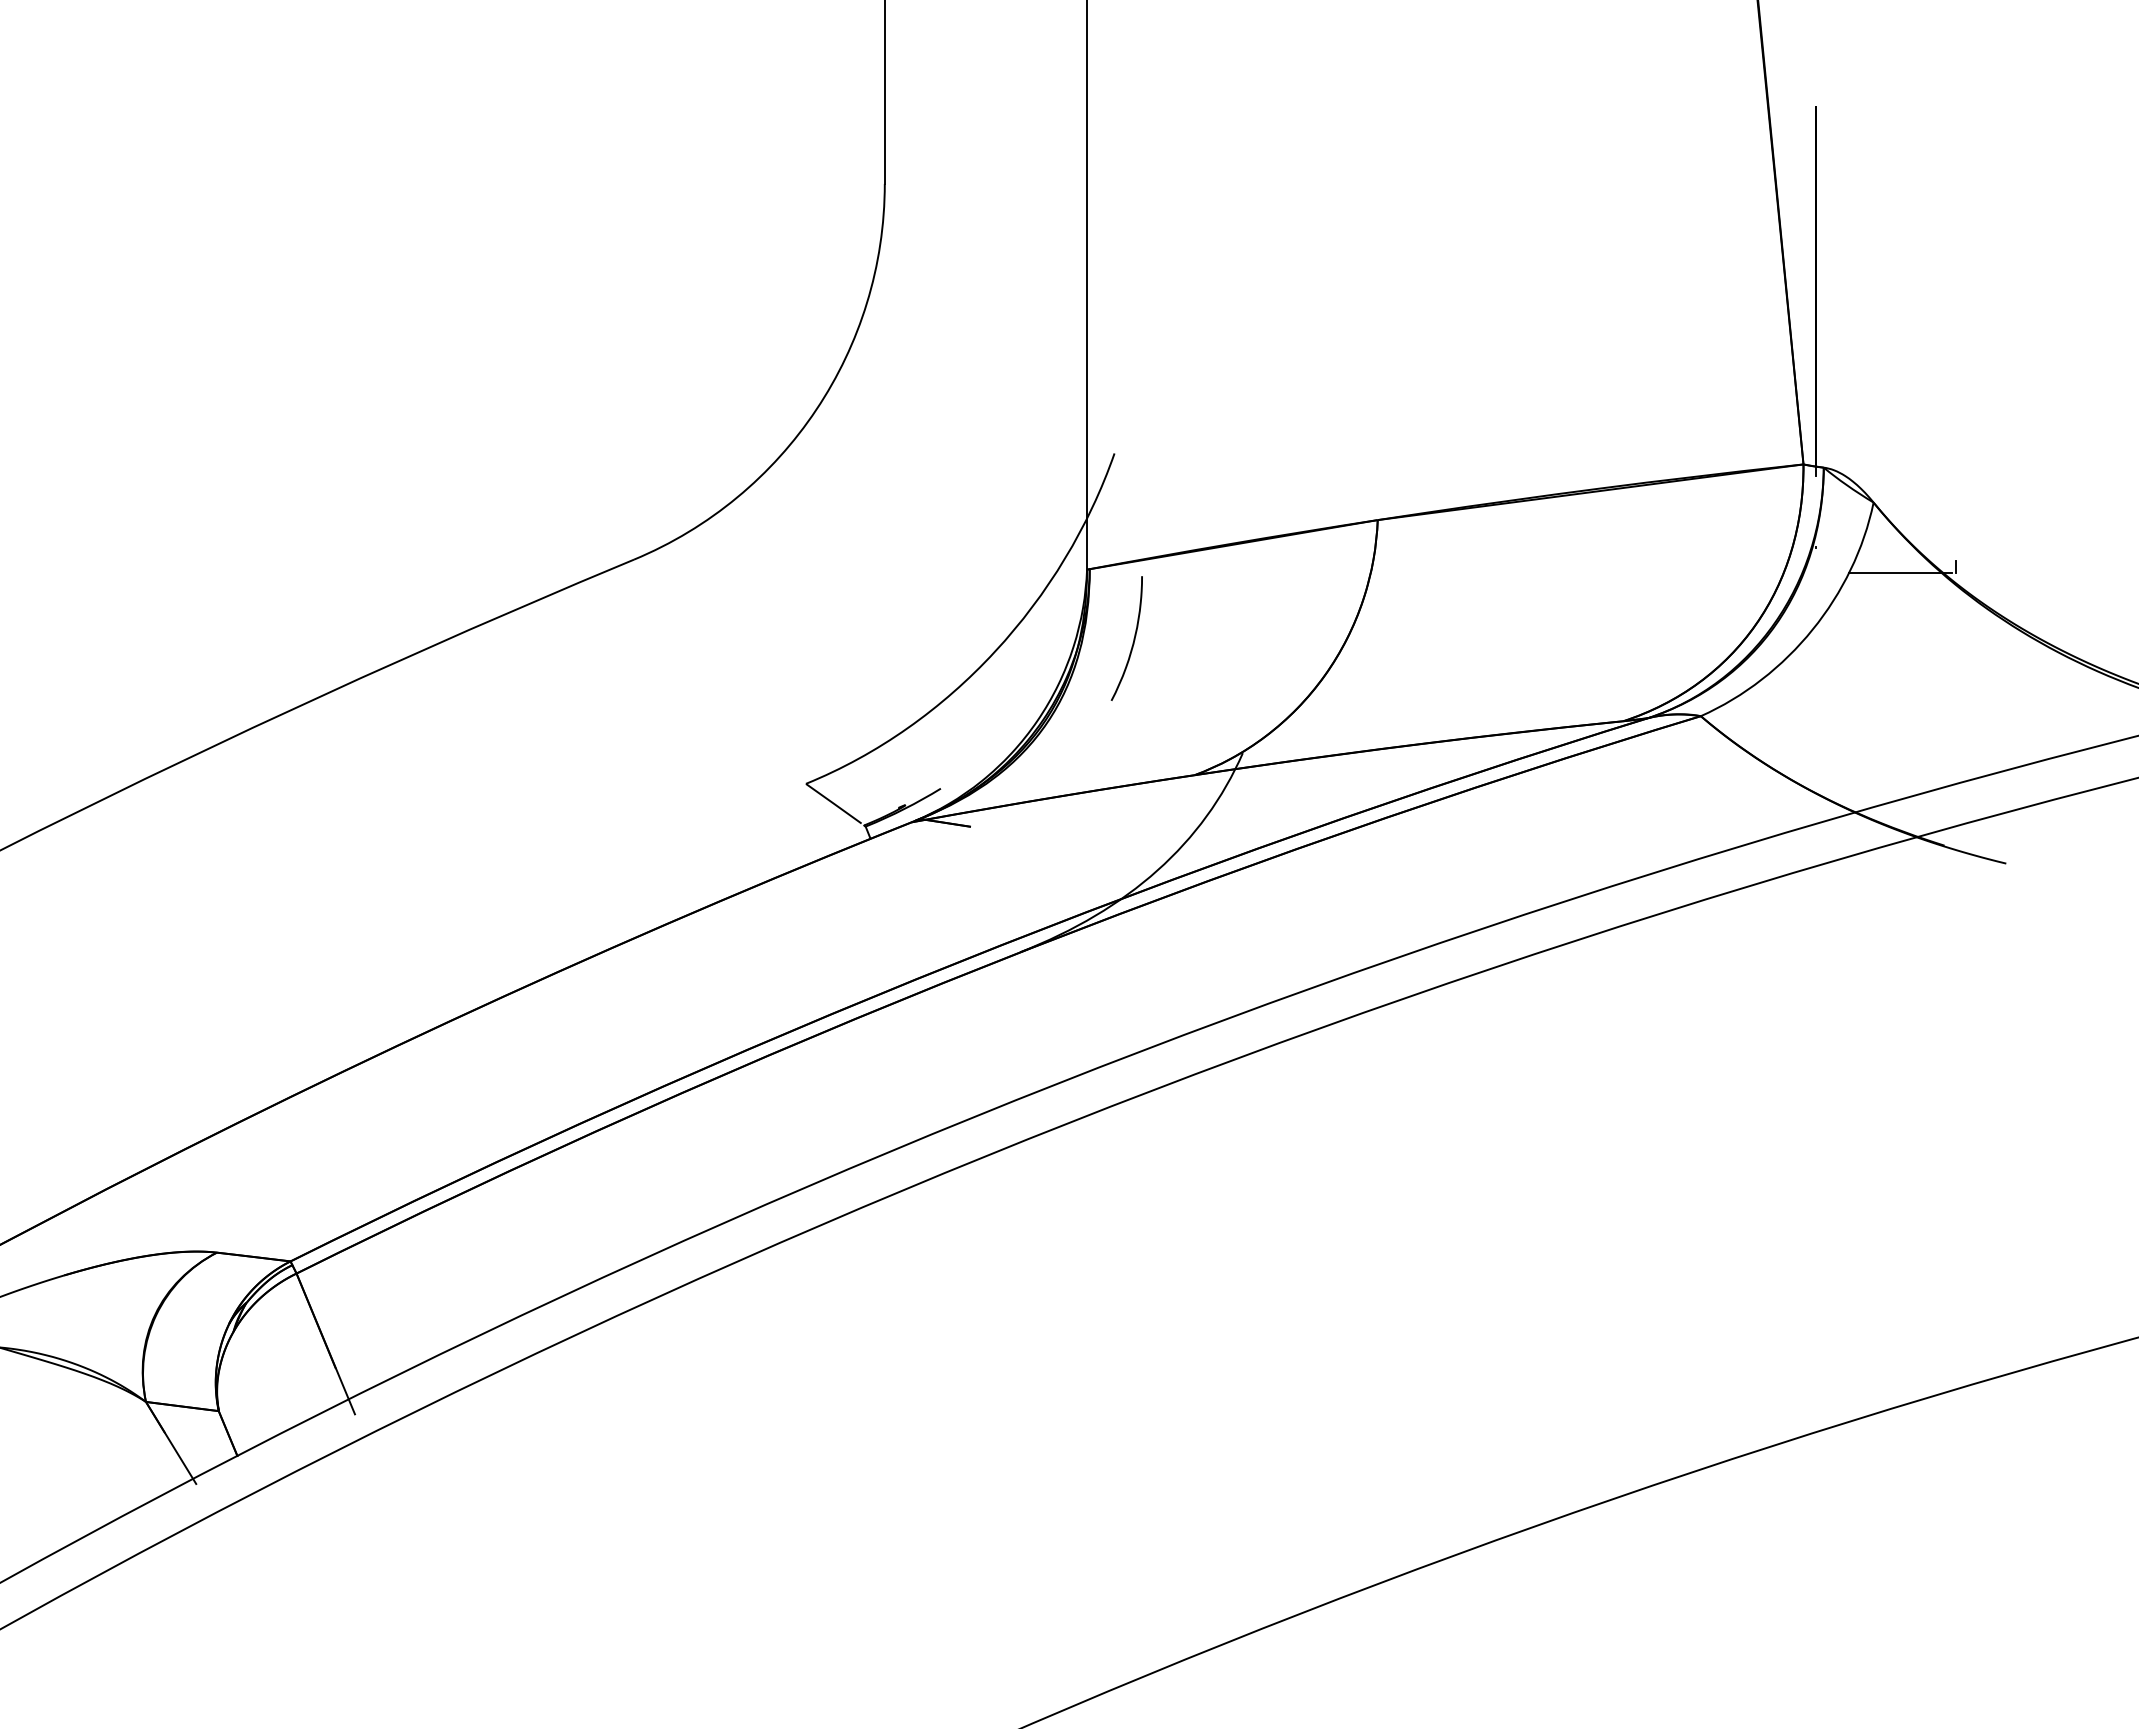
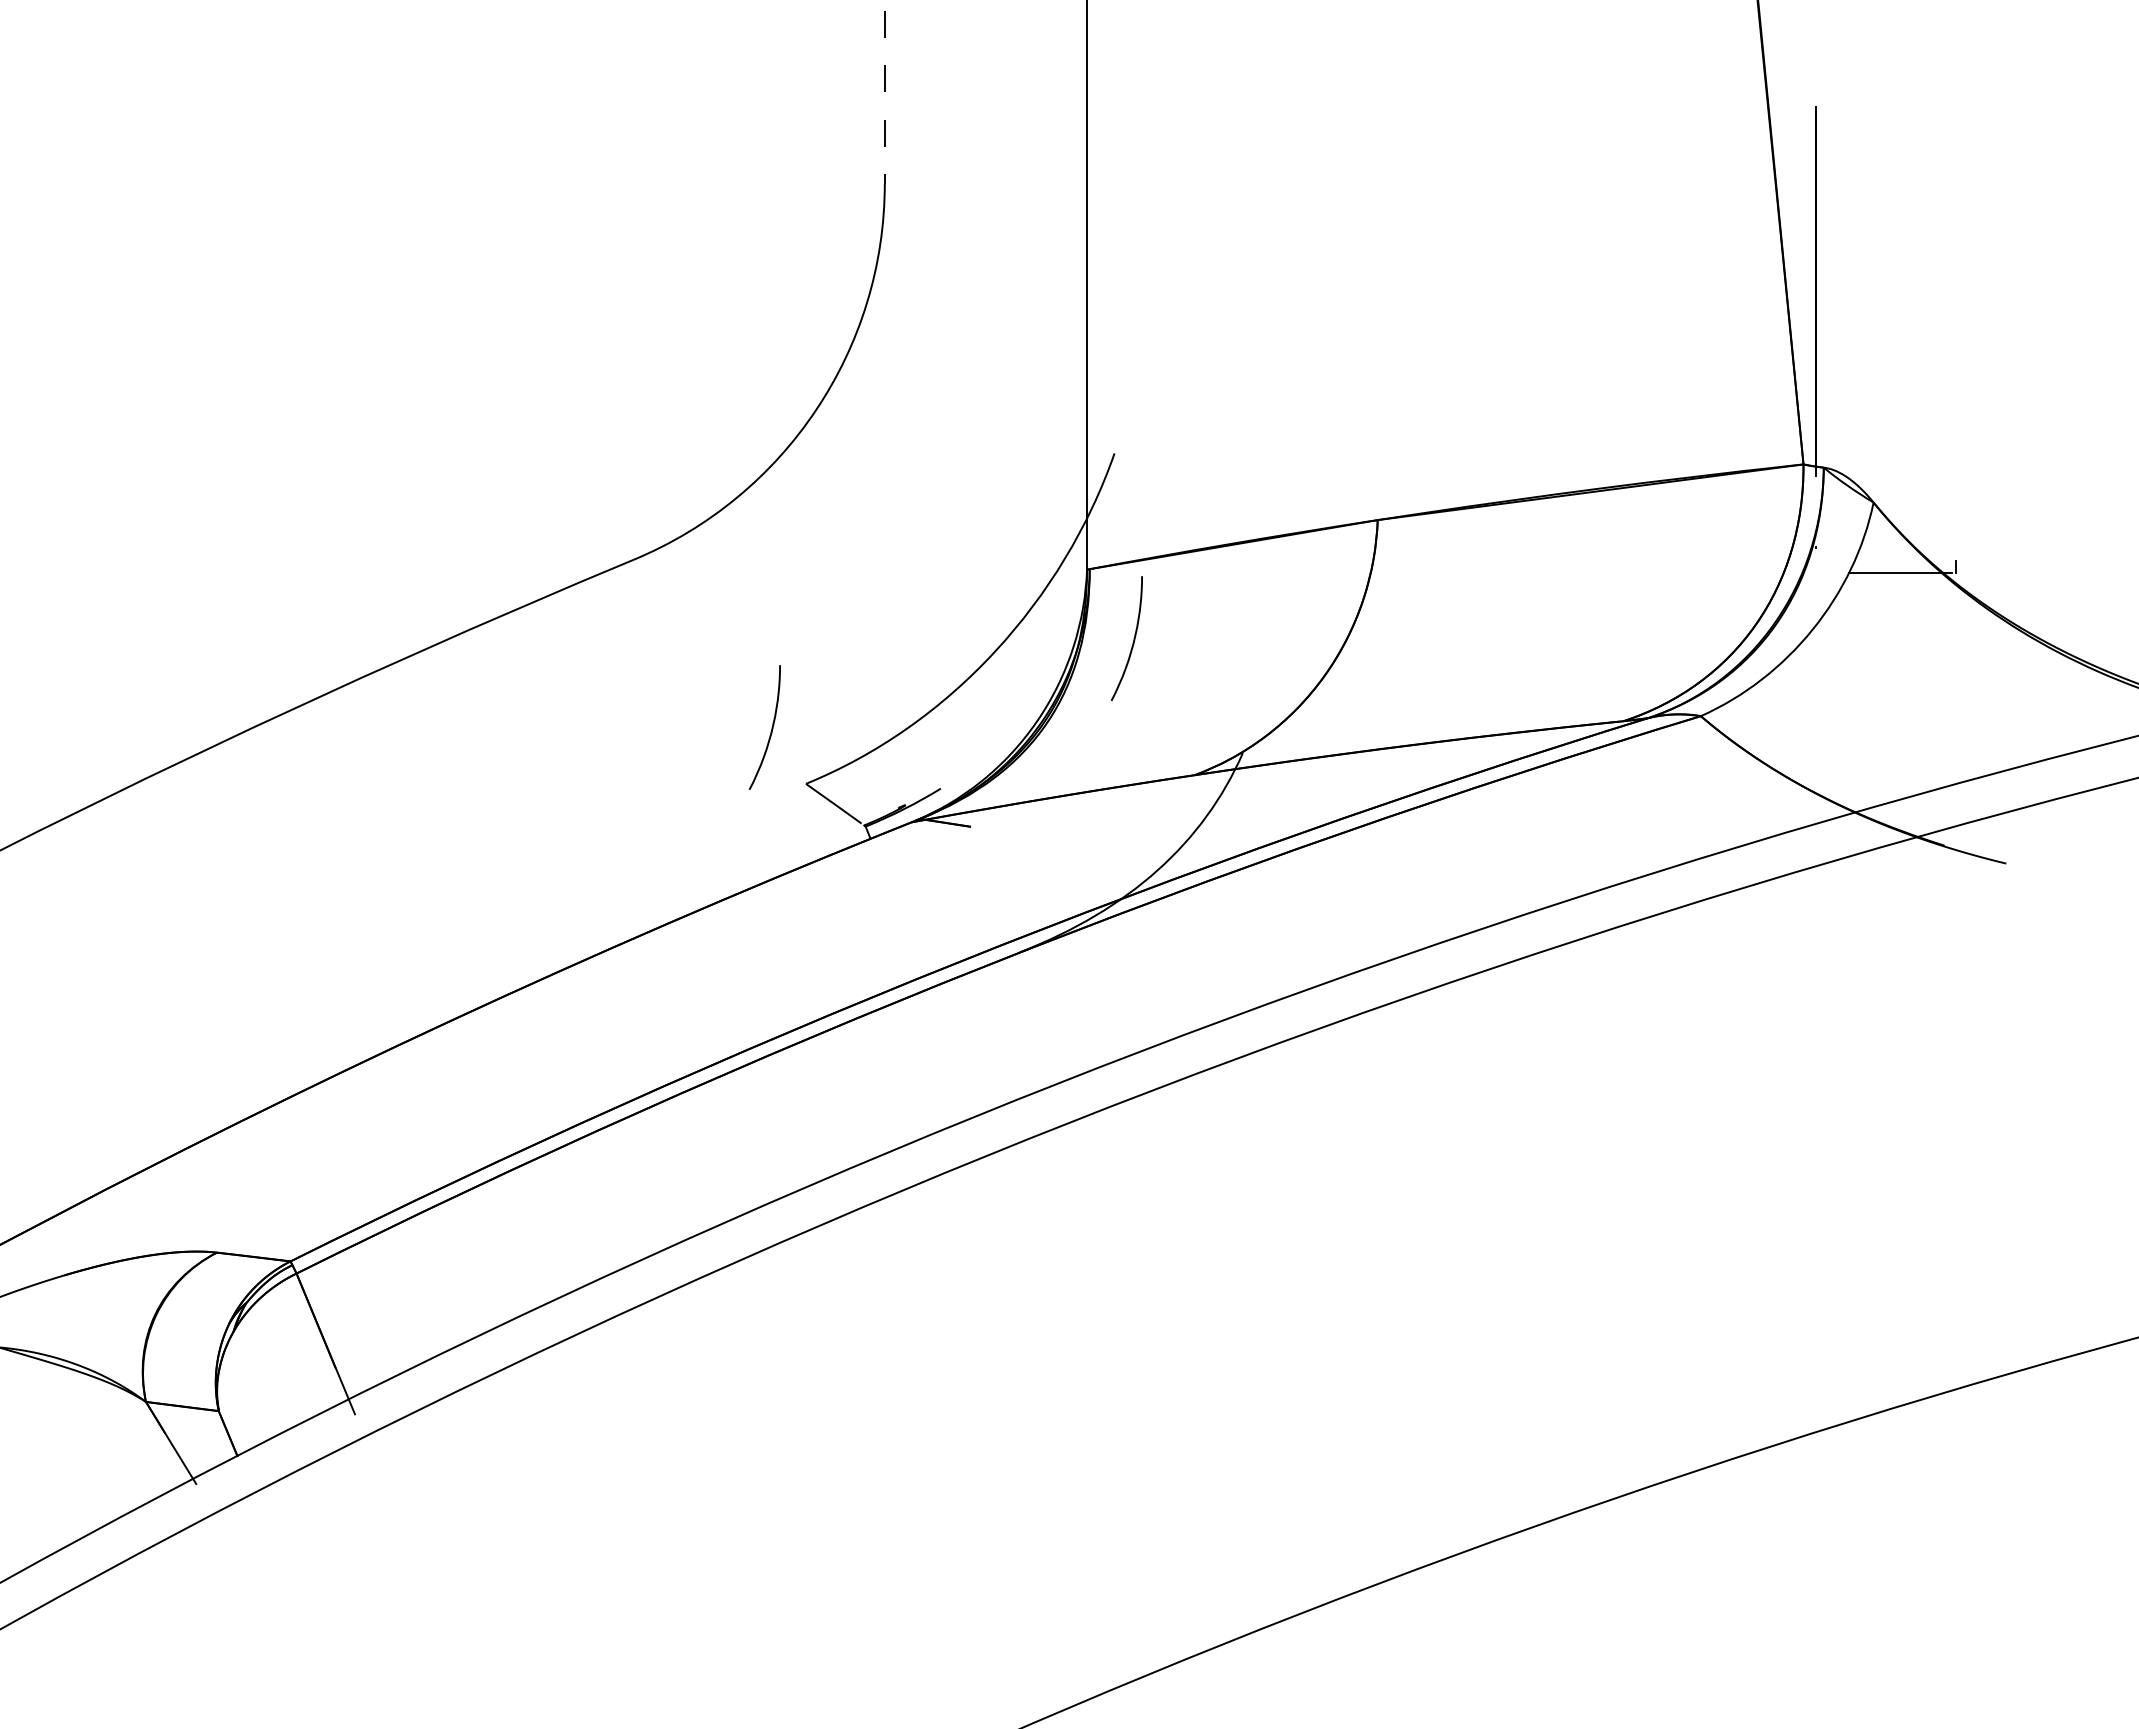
line at (884, 92): solid -> dashed
curve at (771, 727): none -> present
